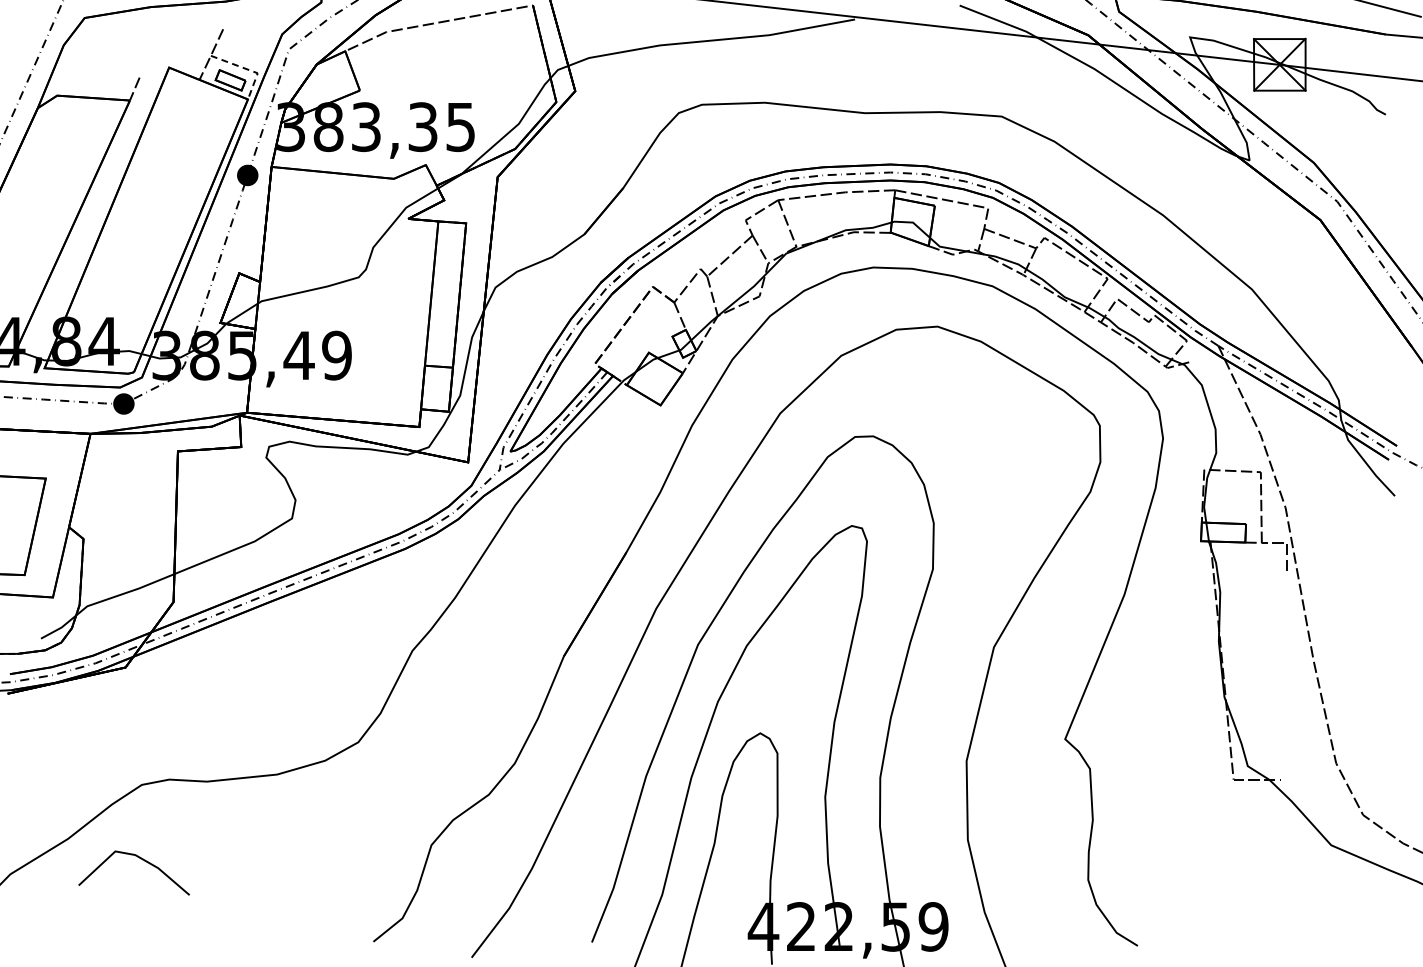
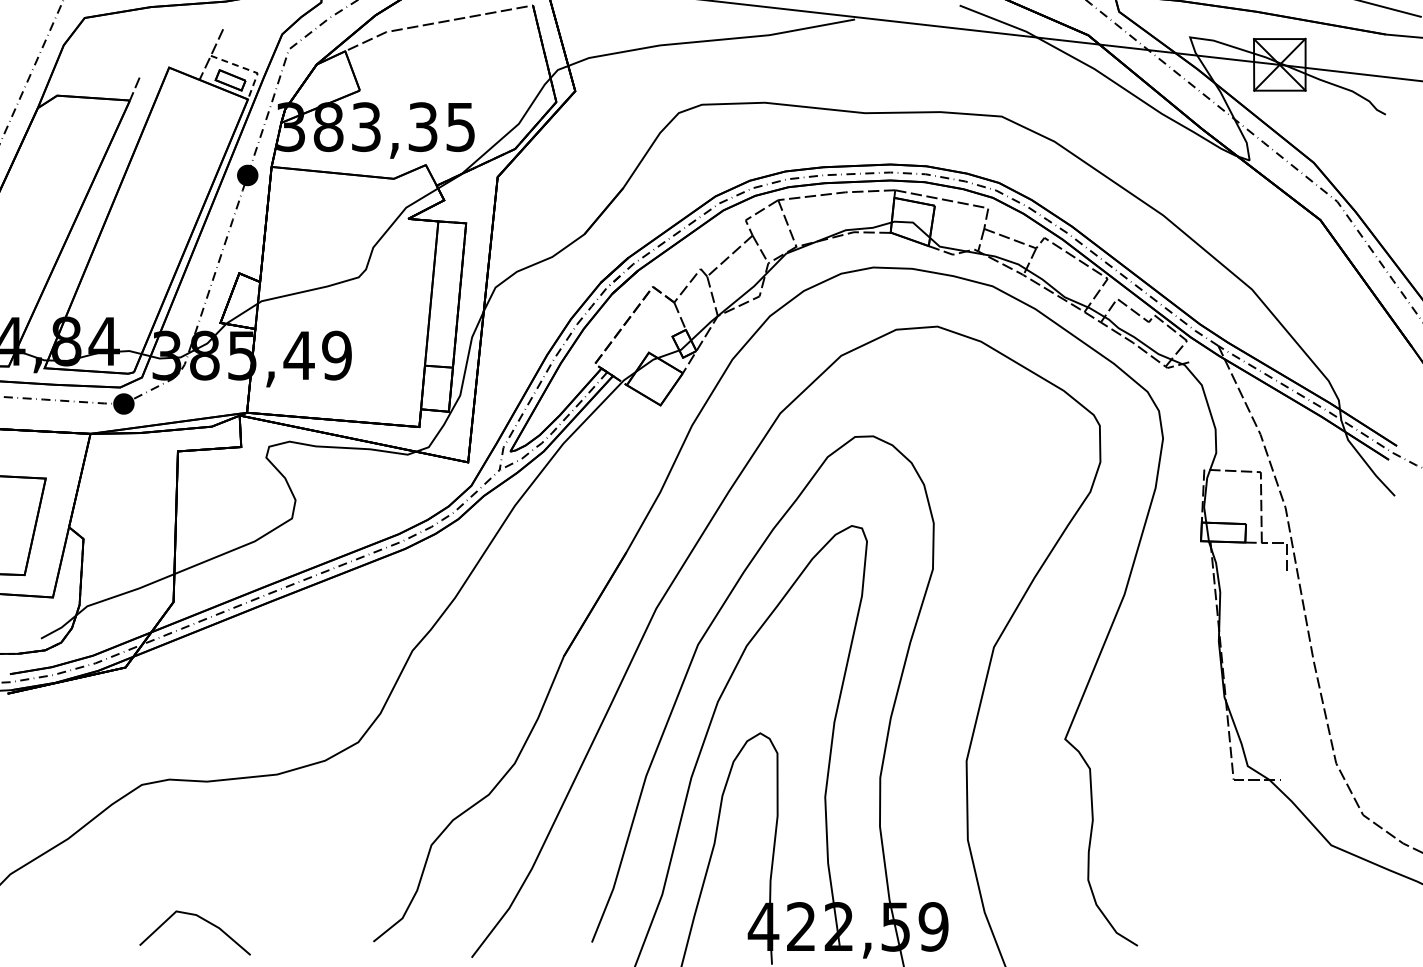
line at (140, 859) position: (140, 859) -> (201, 919)
